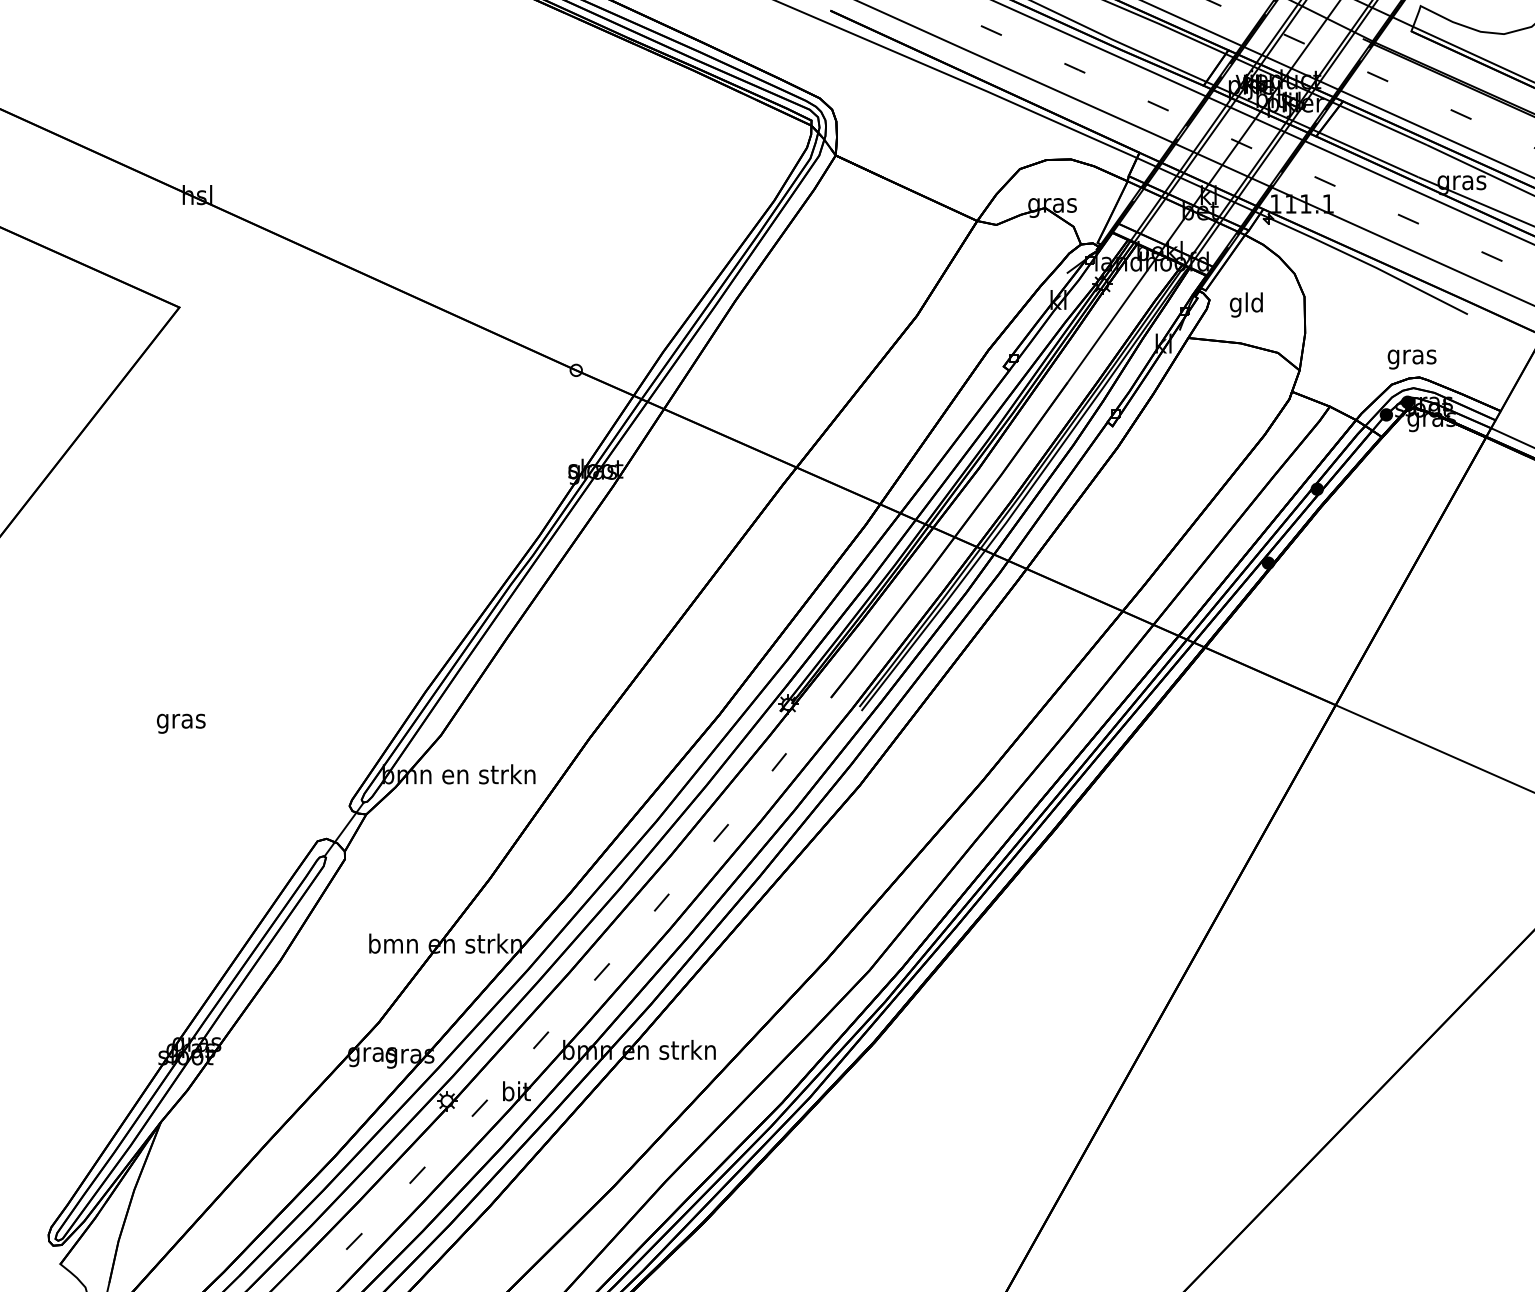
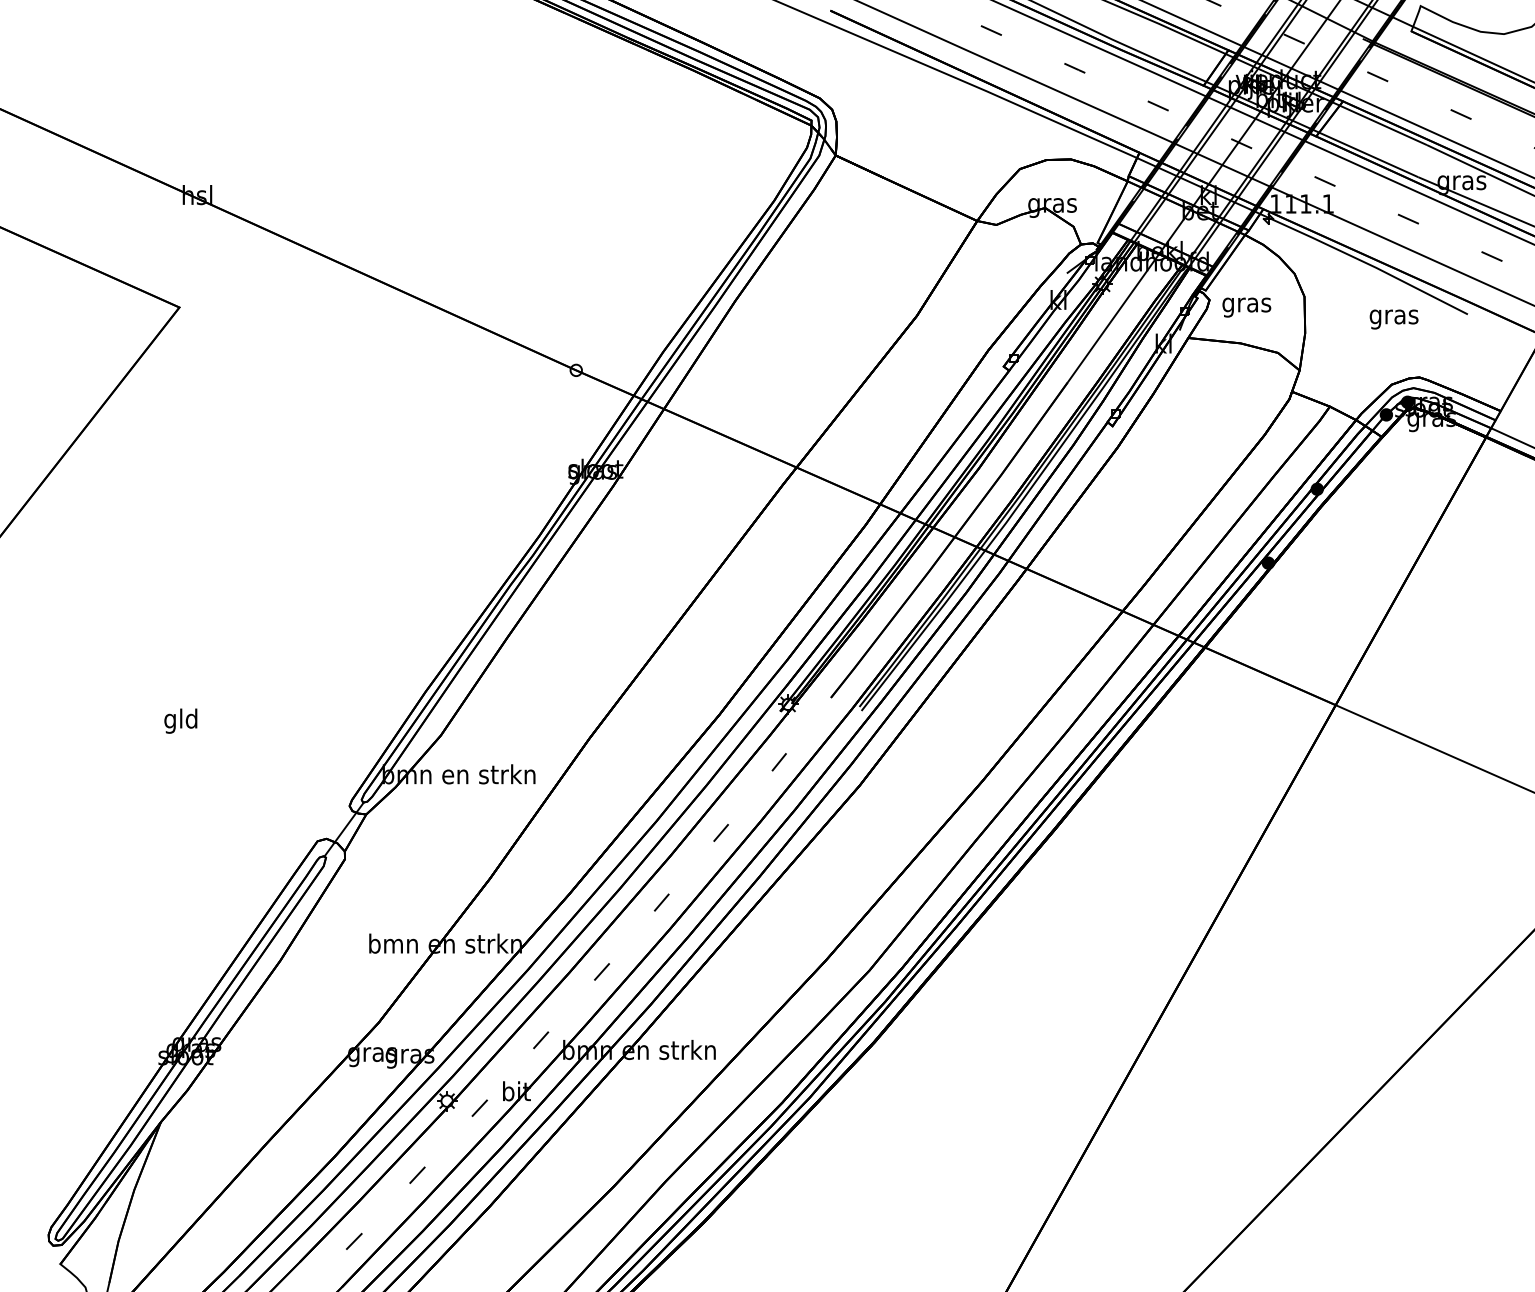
text at (1246, 304): gld -> gras
text at (1411, 359) position: (1411, 359) -> (1393, 319)
text at (181, 720): gras -> gld
